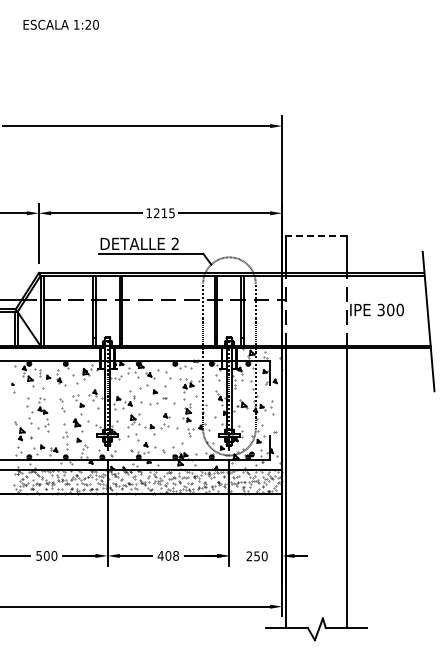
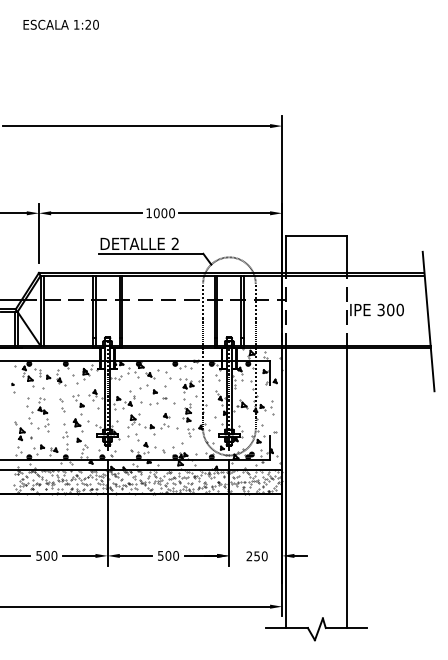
text at (163, 213): 1215 -> 1000
line at (315, 236): dashed -> solid
text at (168, 555): 408 -> 500
